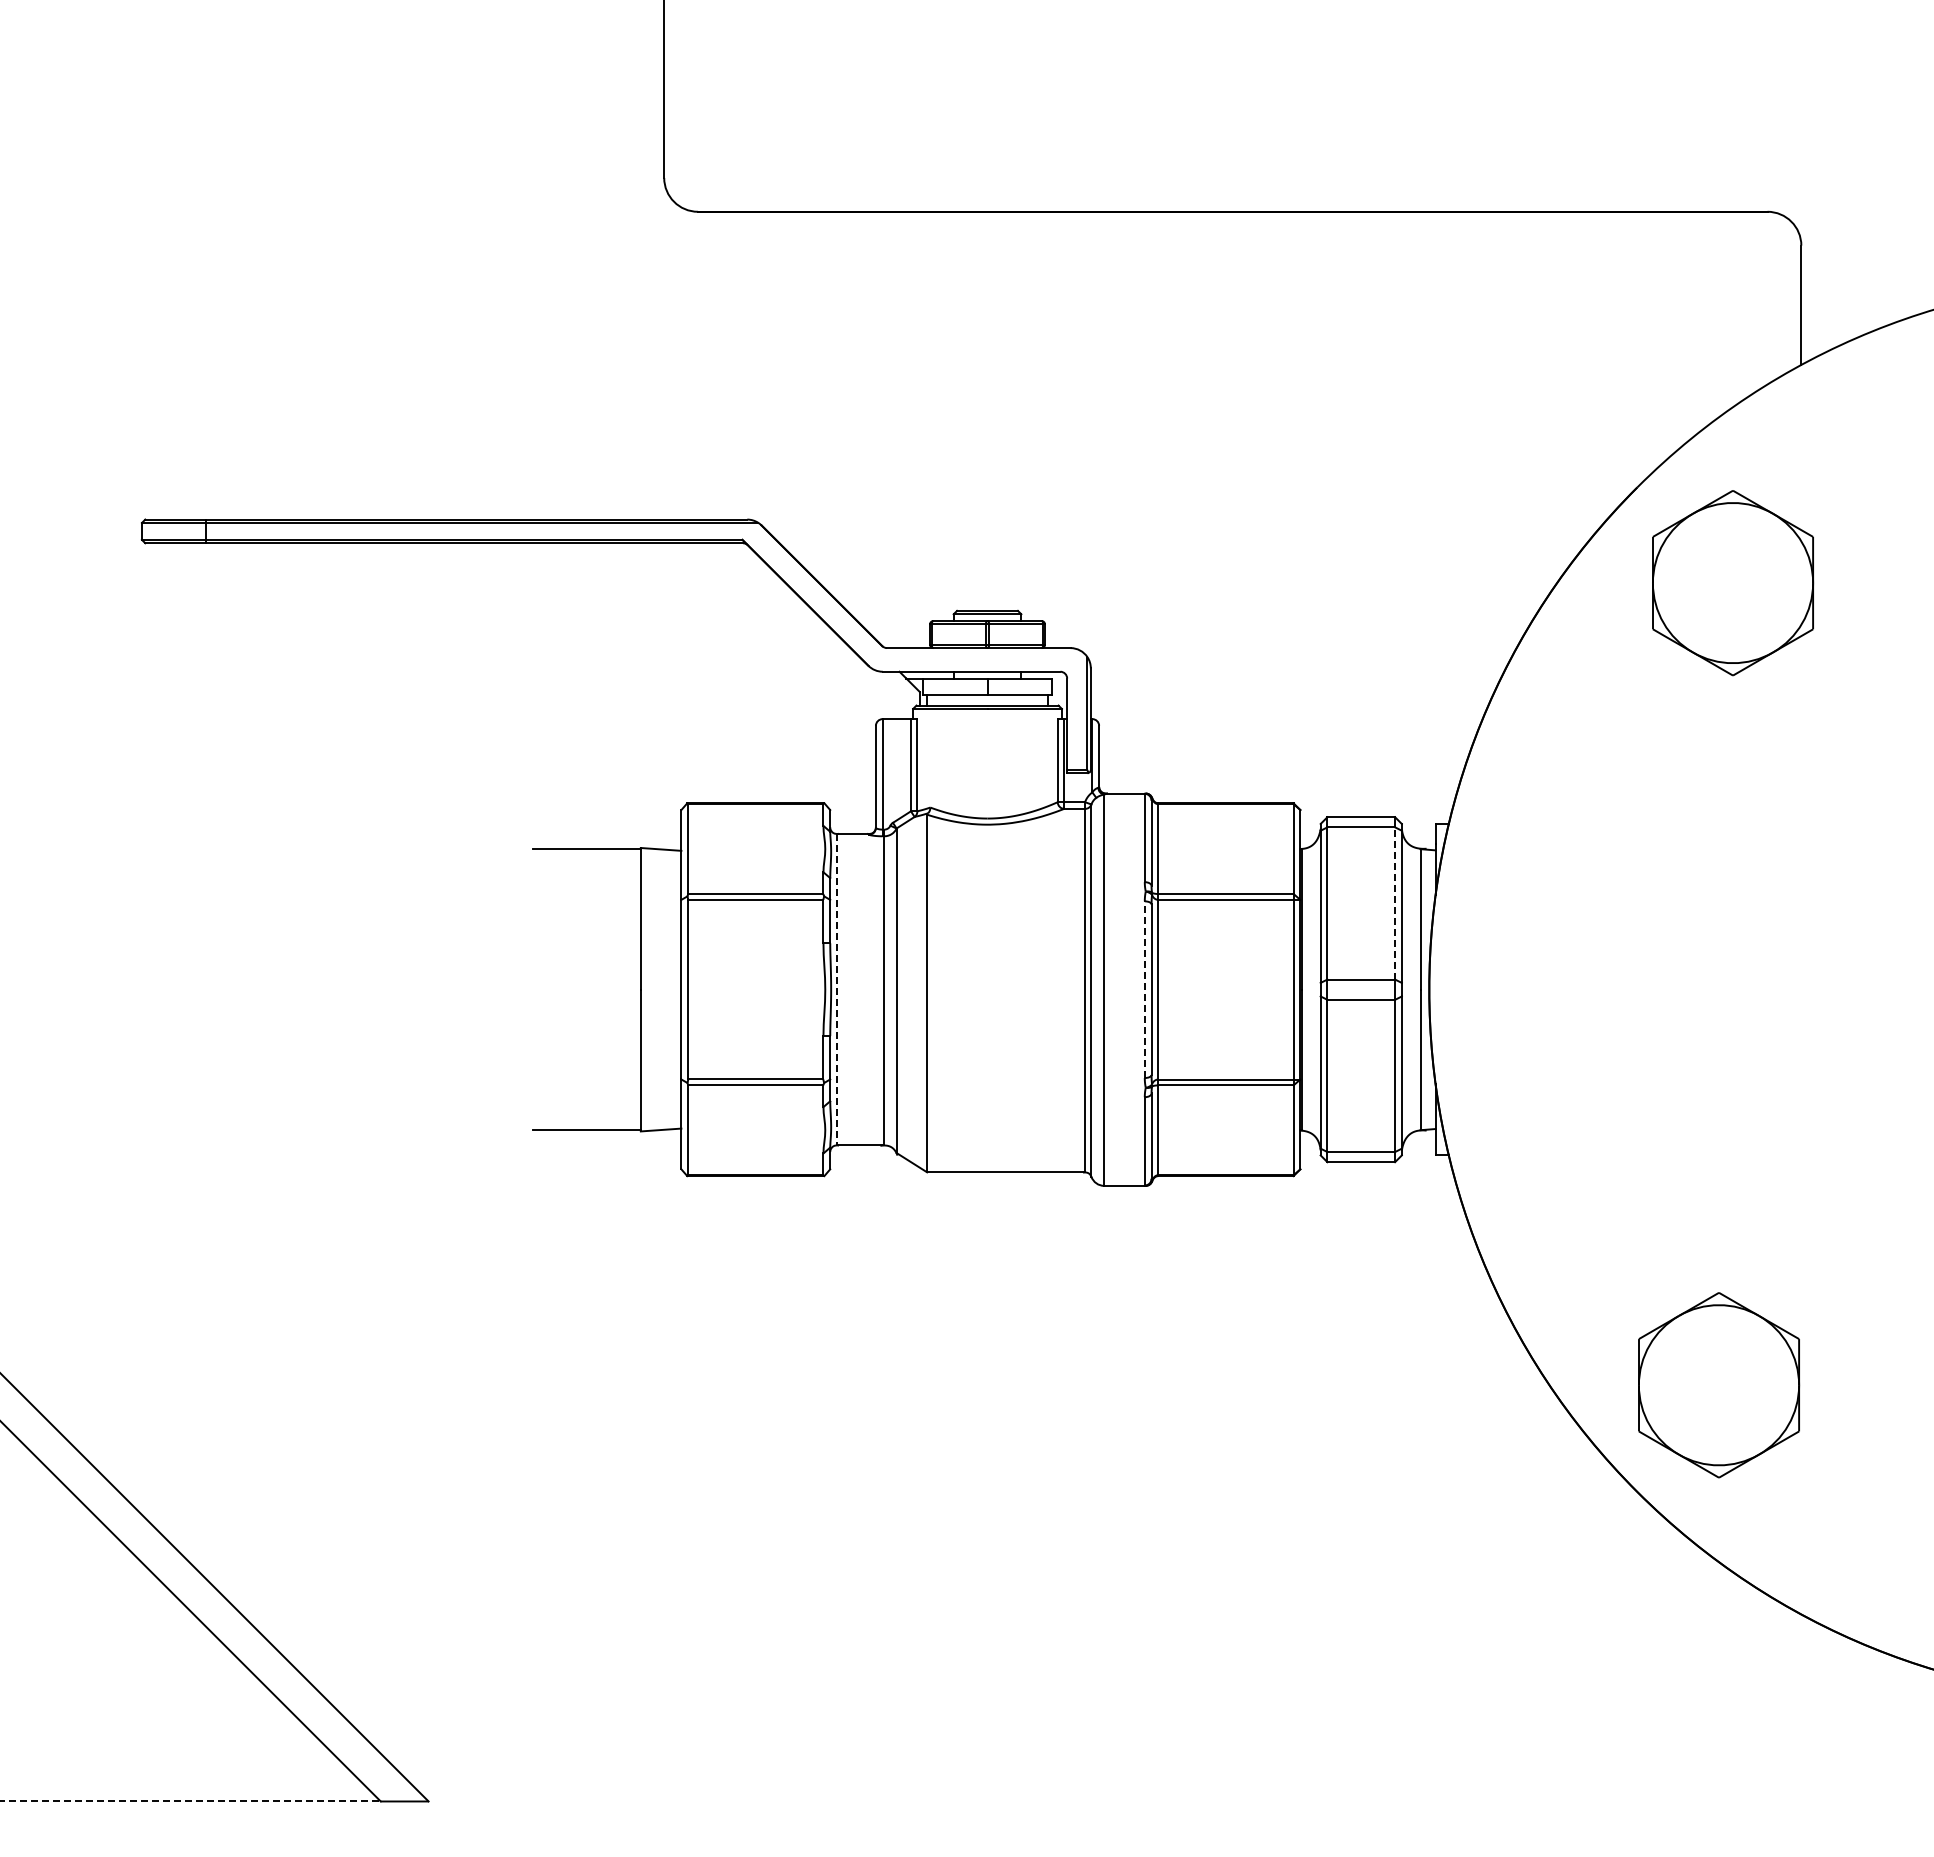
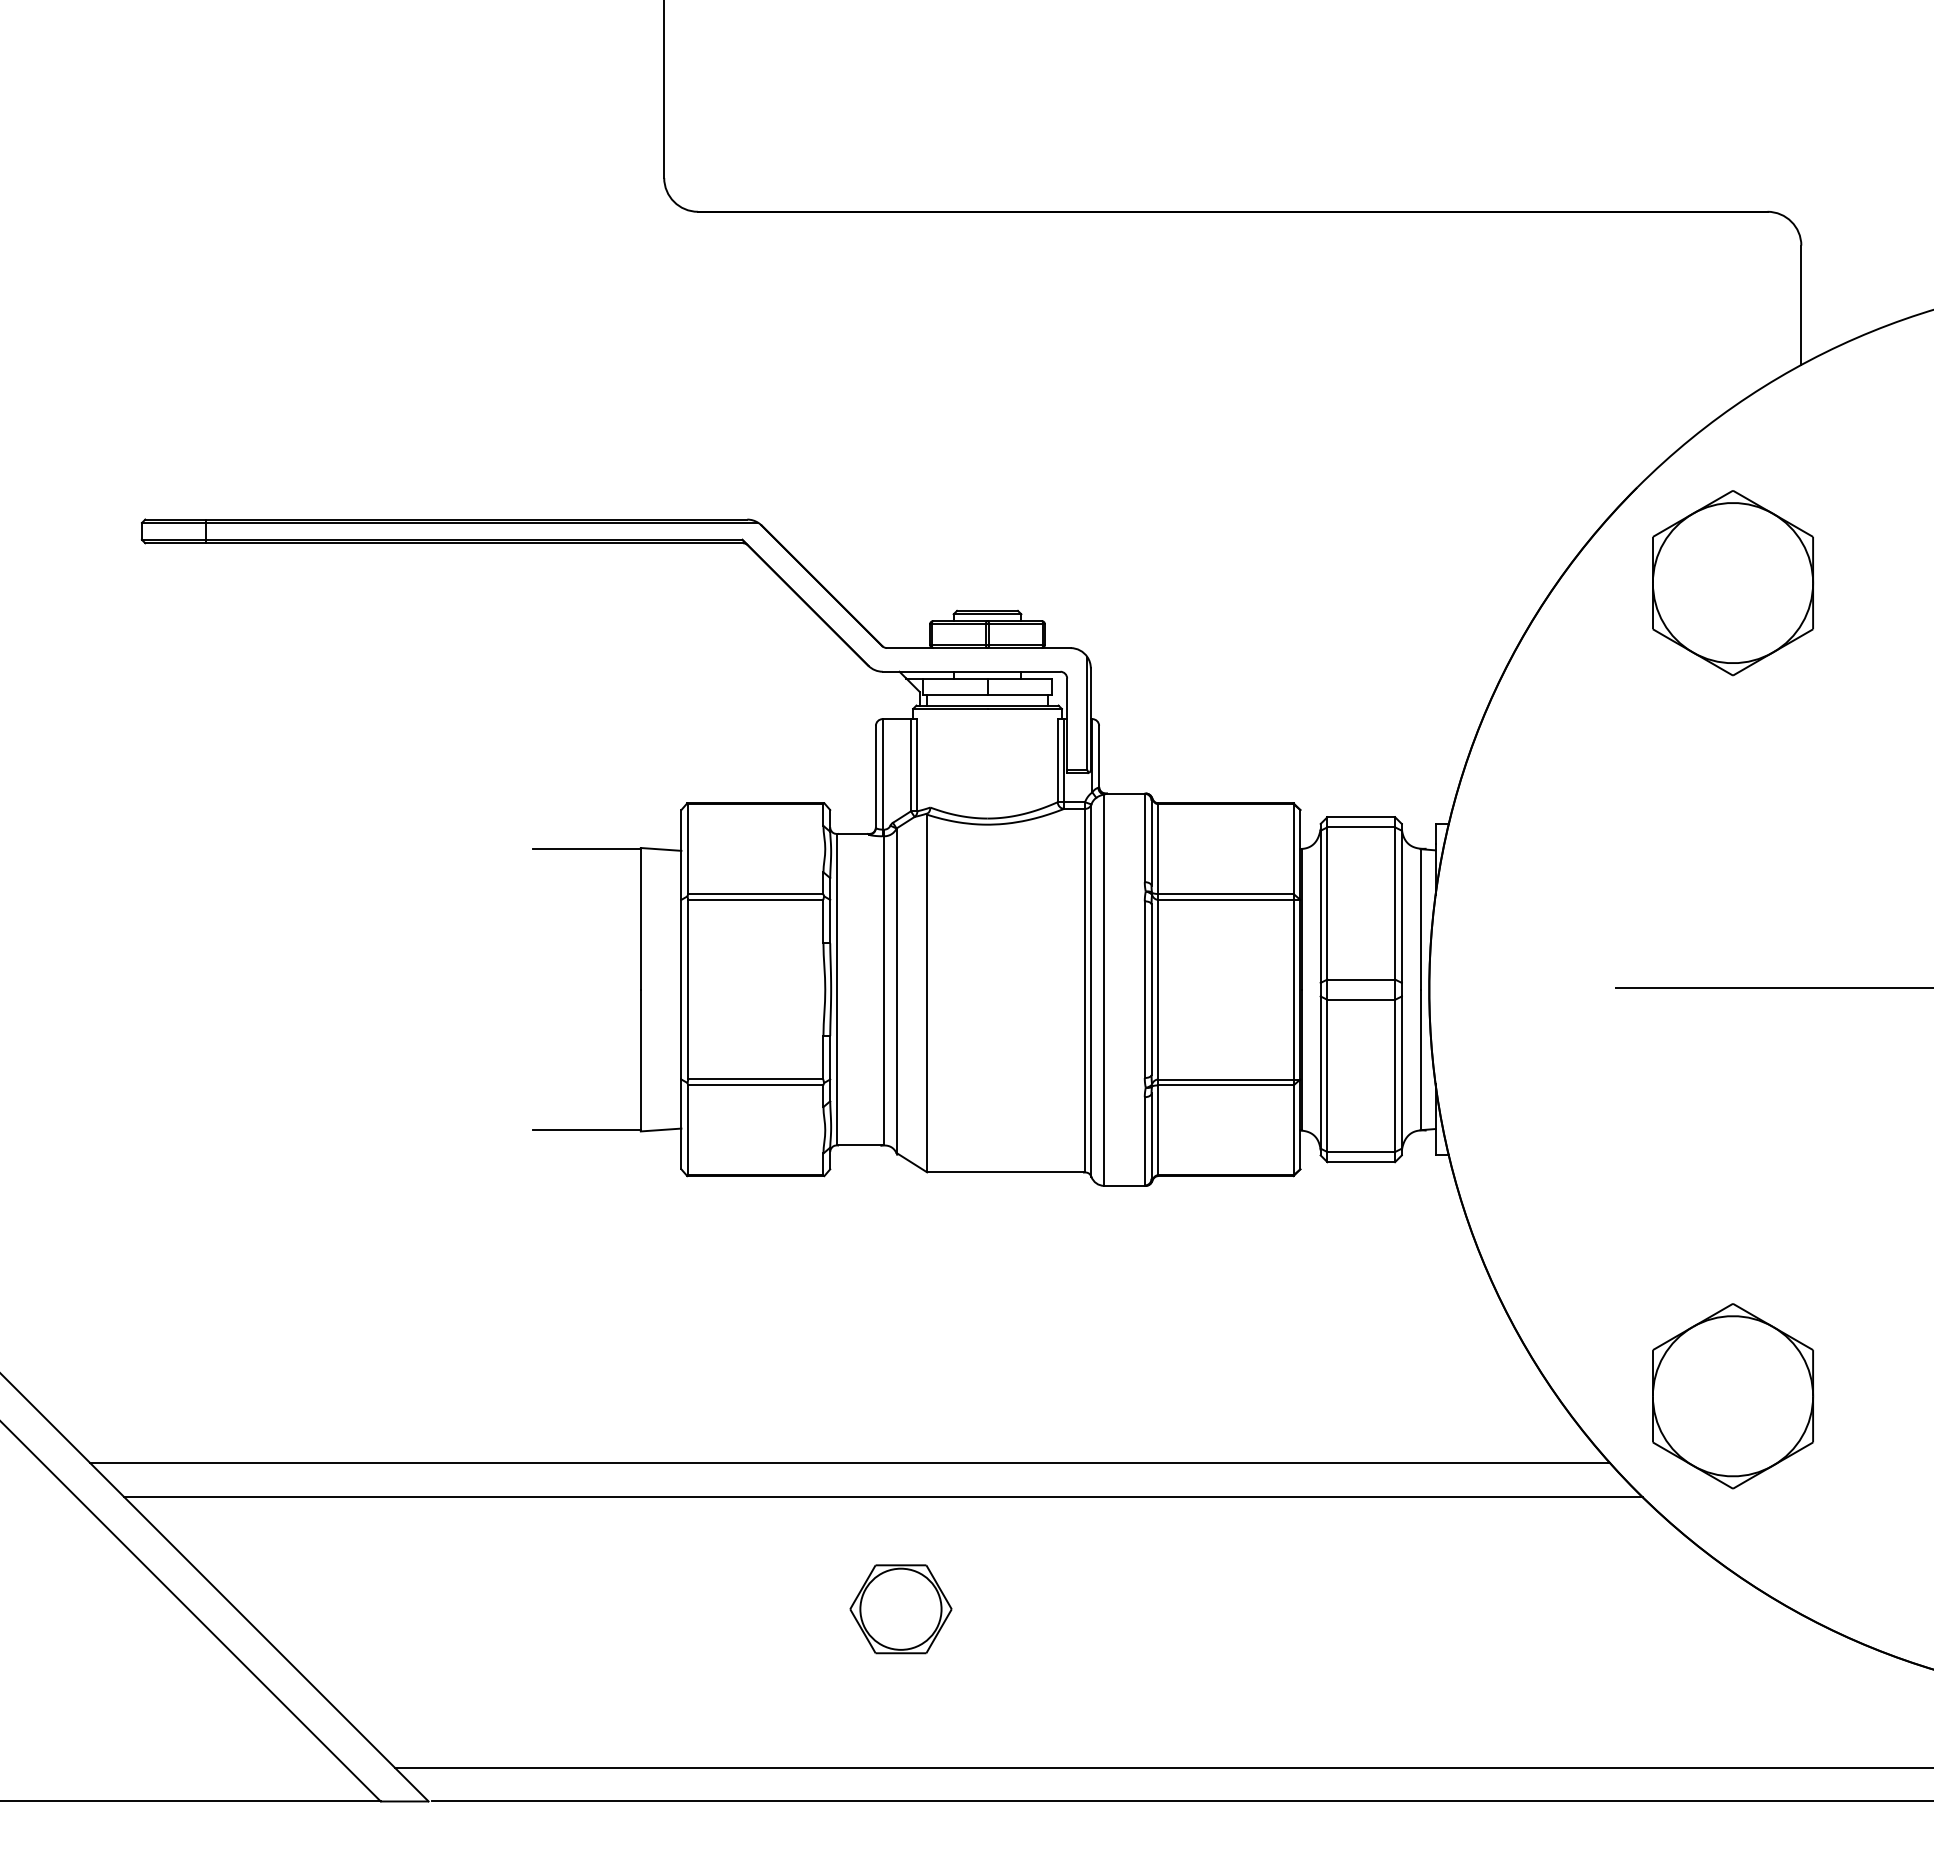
line at (1395, 902): dashed -> solid
line at (1772, 988): none -> present
line at (837, 989): dashed -> solid
line at (1144, 989): dashed -> solid
part at (1719, 1385) position: (1719, 1385) -> (1733, 1396)
line at (850, 1463): none -> present
line at (883, 1497): none -> present
part at (900, 1609): none -> present
line at (1162, 1767): none -> present
line at (190, 1801): dashed -> solid
line at (1180, 1801): none -> present
